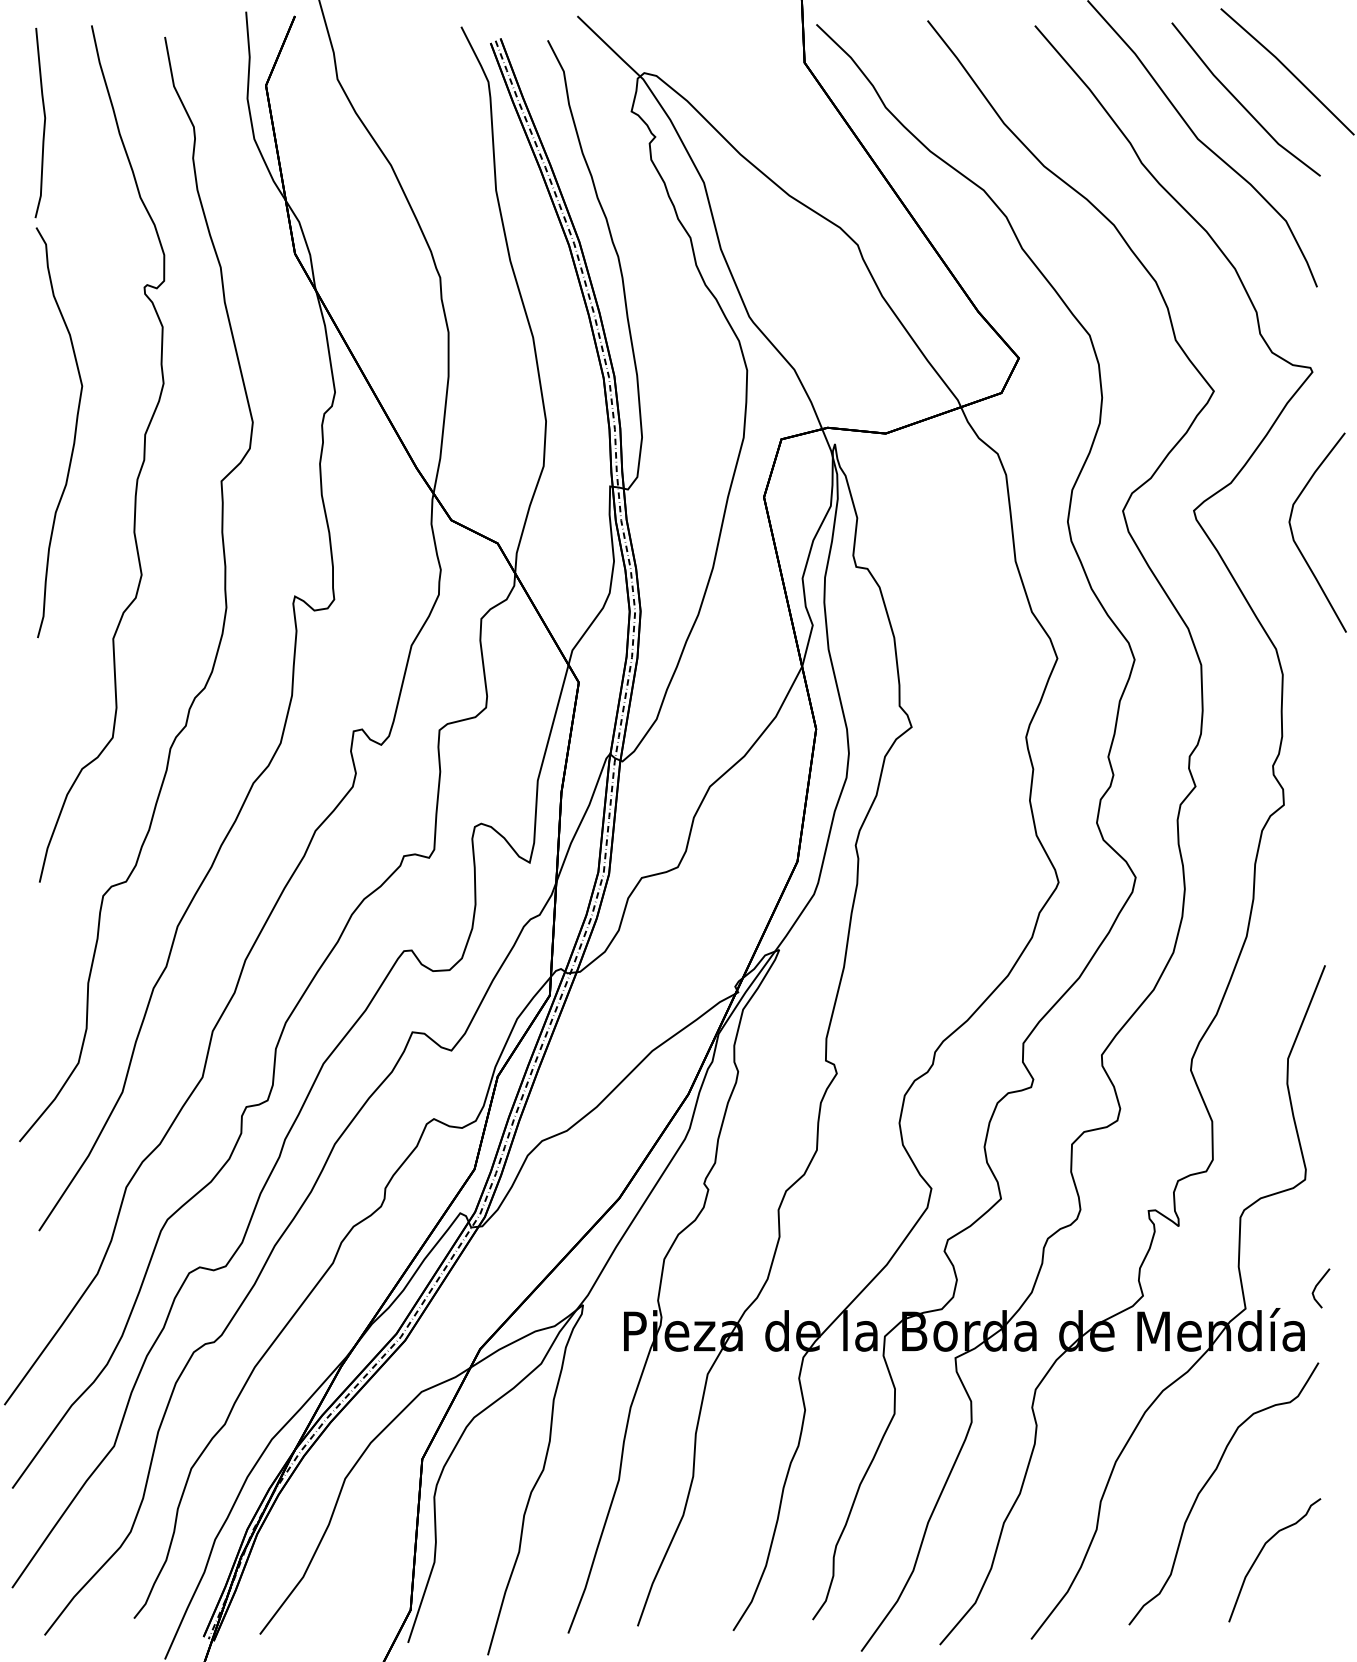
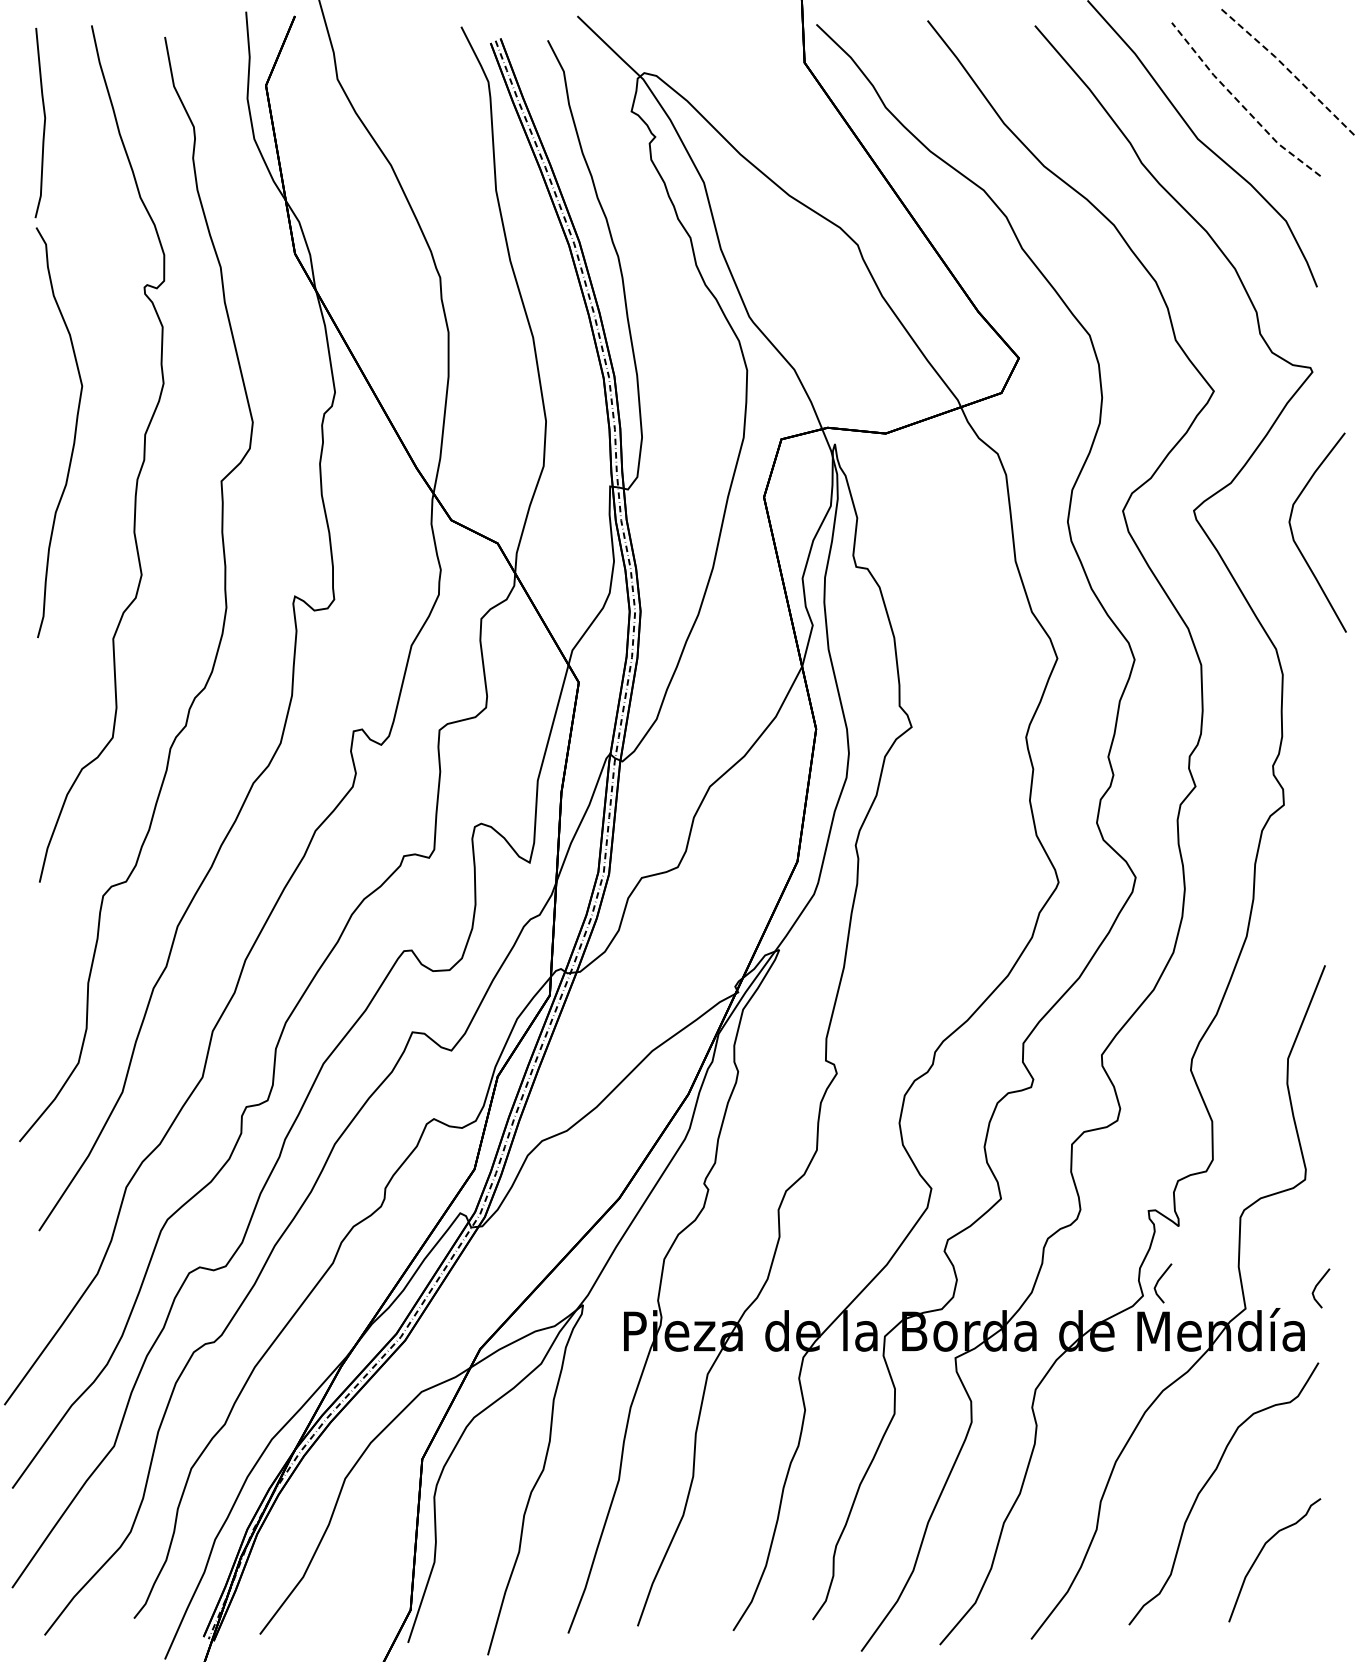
line at (1288, 69): solid -> dashed
line at (1241, 104): solid -> dashed
line at (1158, 1282): none -> present
